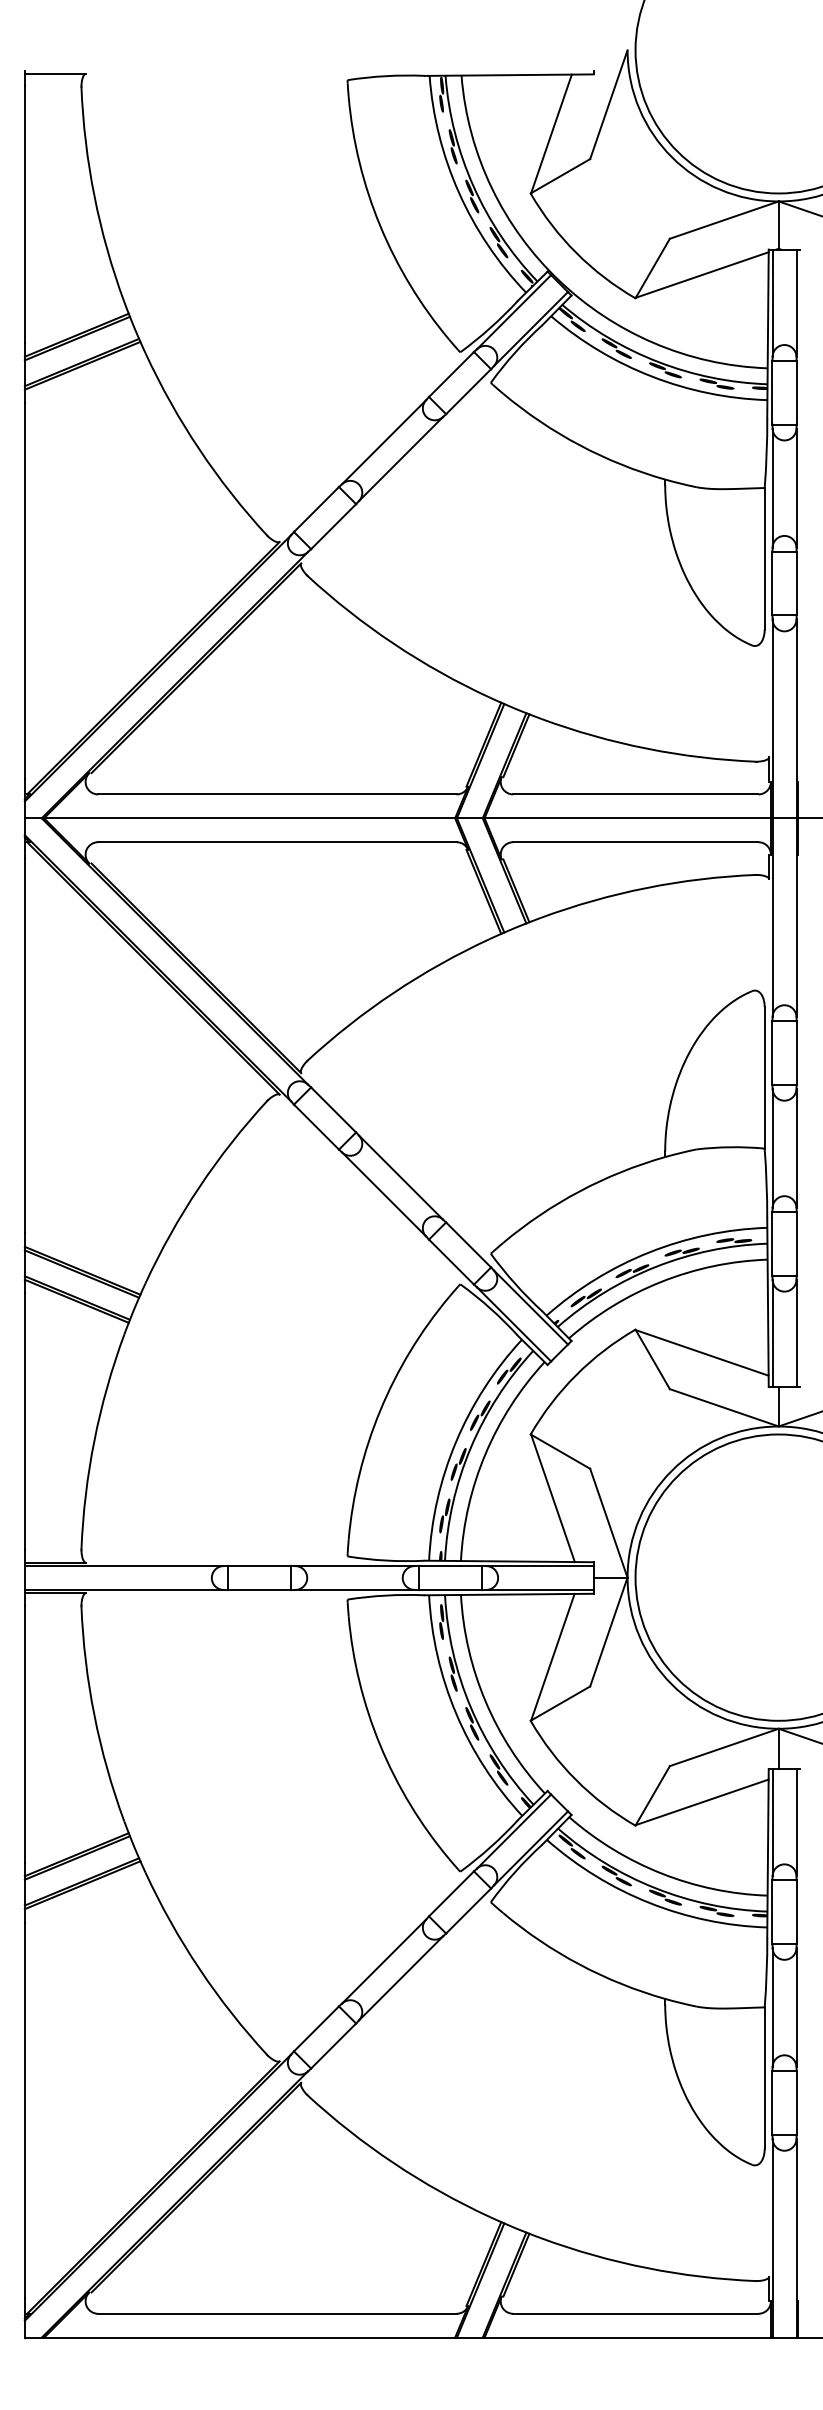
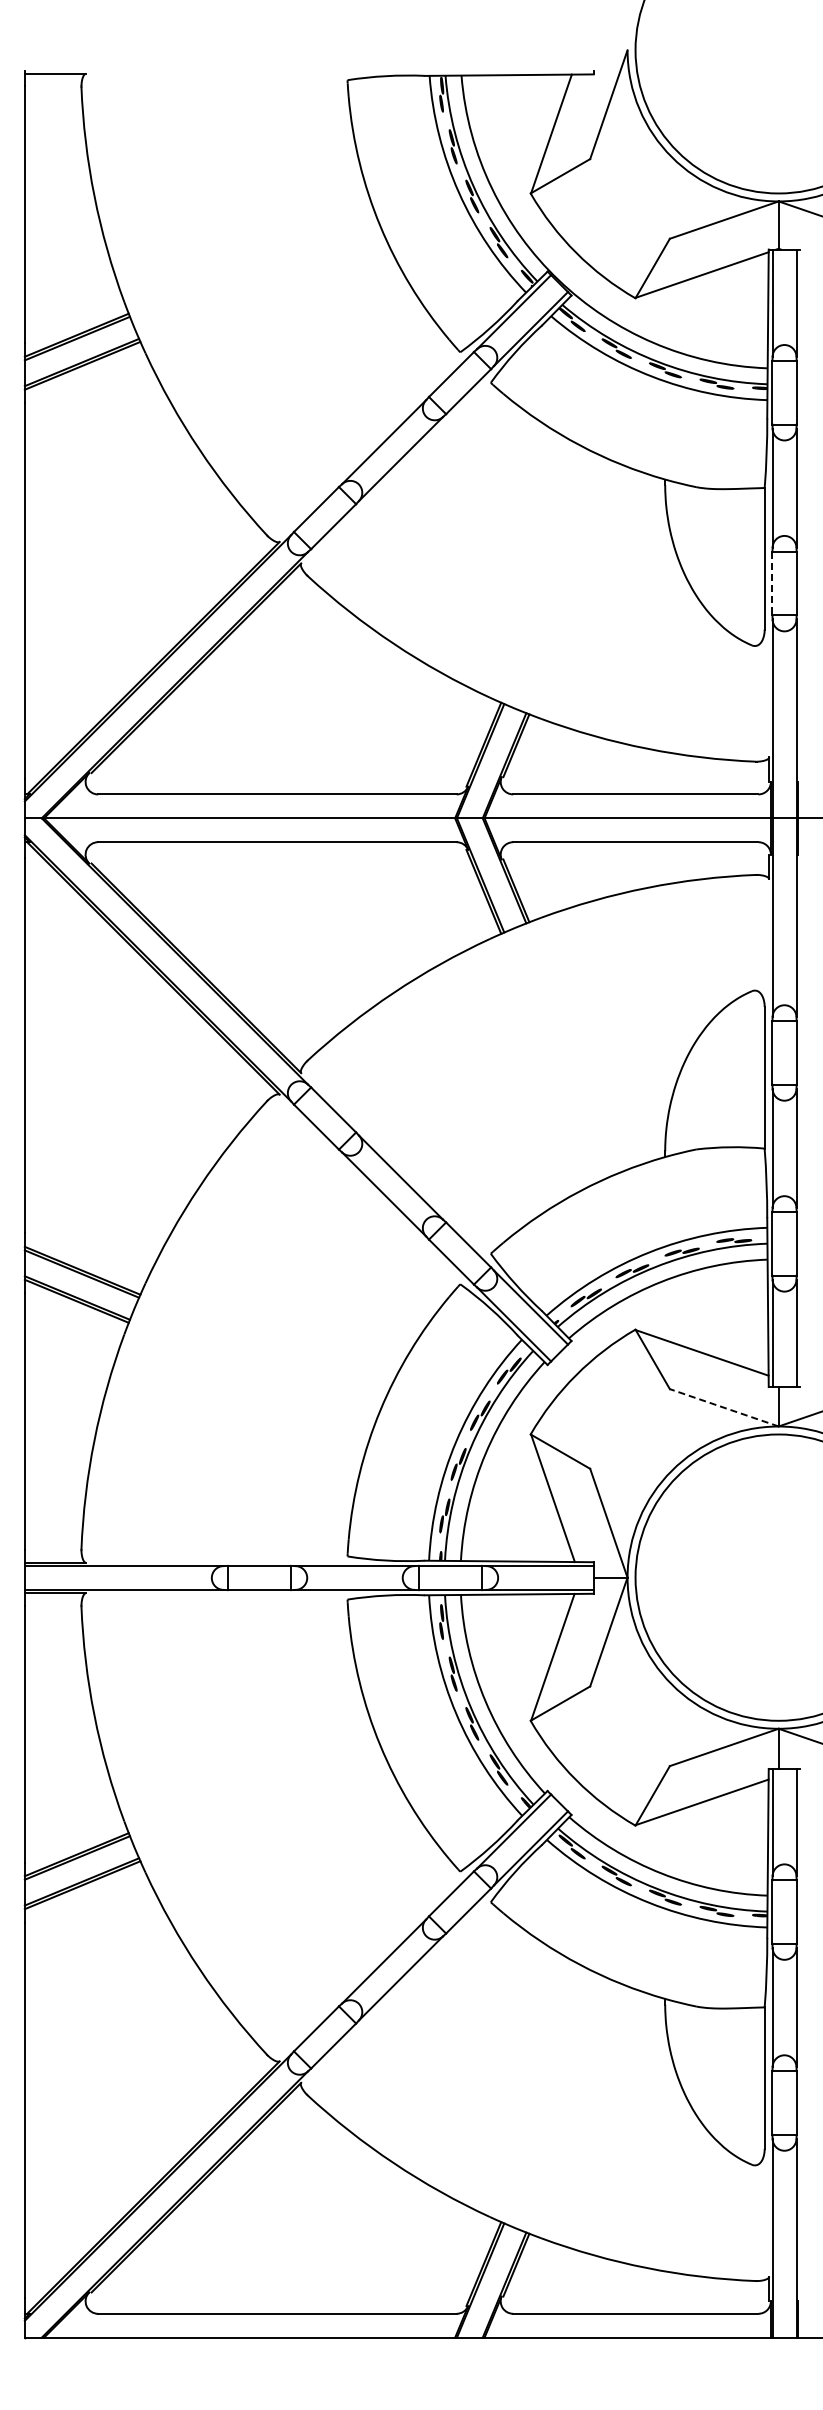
line at (772, 583): solid -> dashed
line at (724, 1407): solid -> dashed
